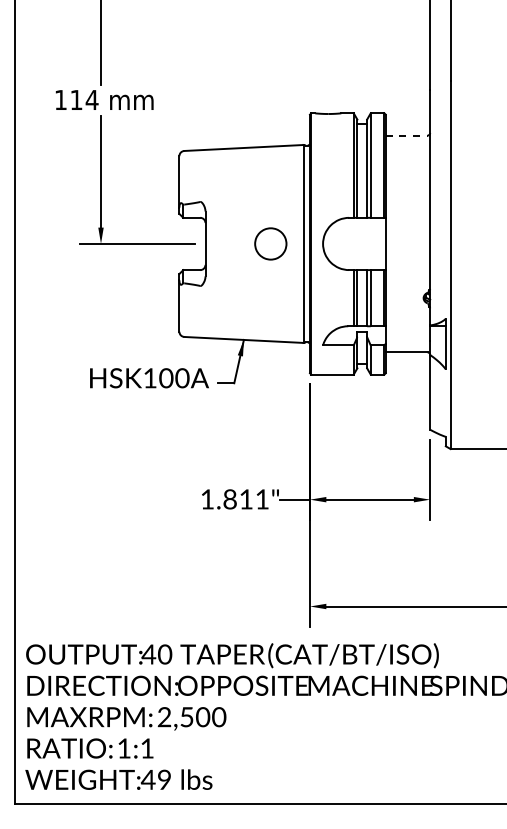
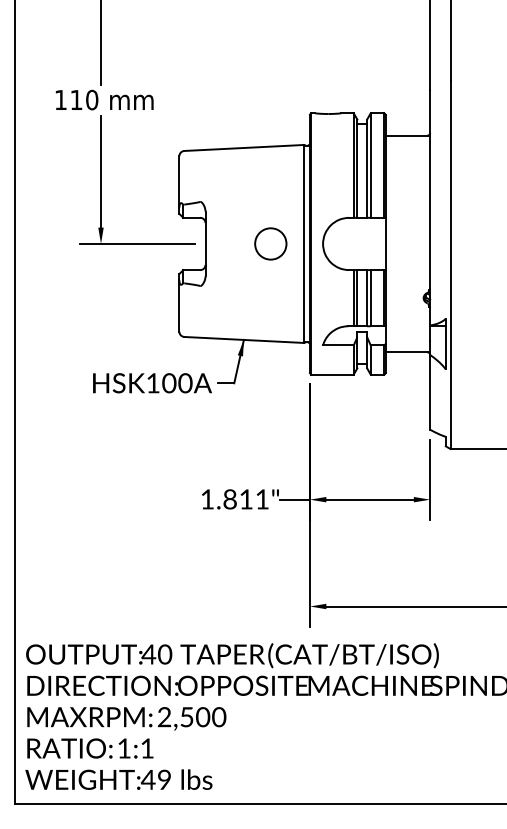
text at (91, 99): 114 -> 110
line at (406, 135): dashed -> solid
text at (149, 378) position: (149, 378) -> (152, 383)
